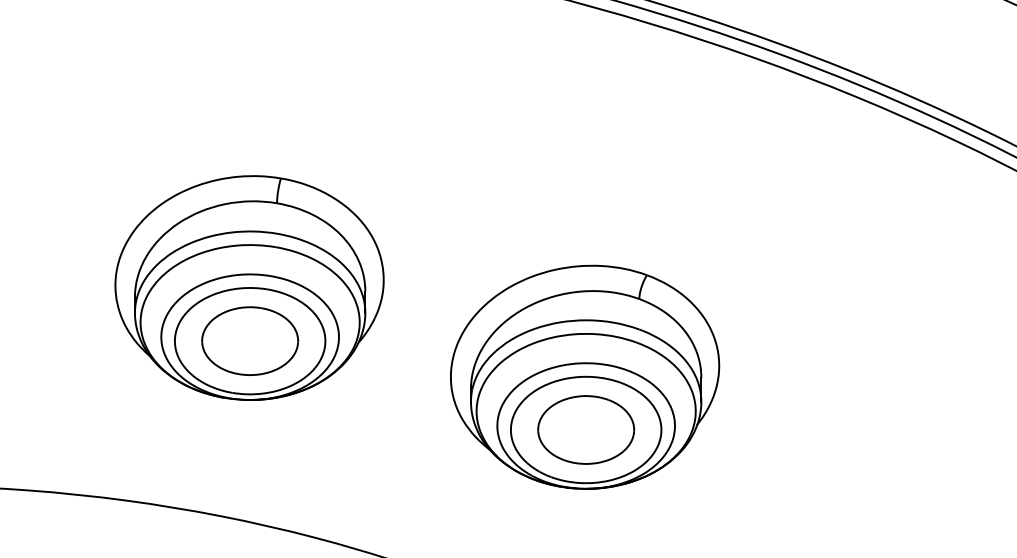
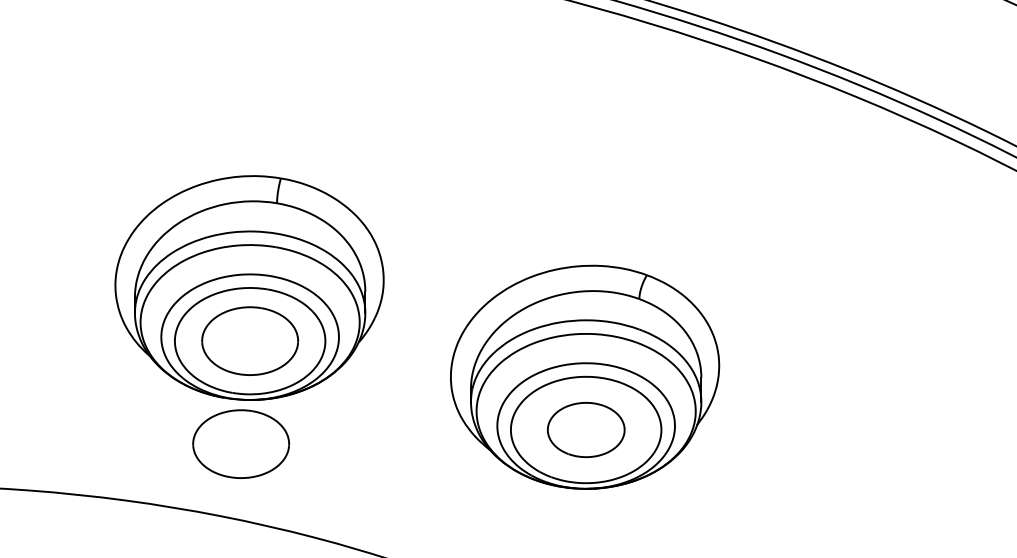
part at (586, 429) size: 99x70 px -> 79x56 px
part at (240, 443): none -> present
